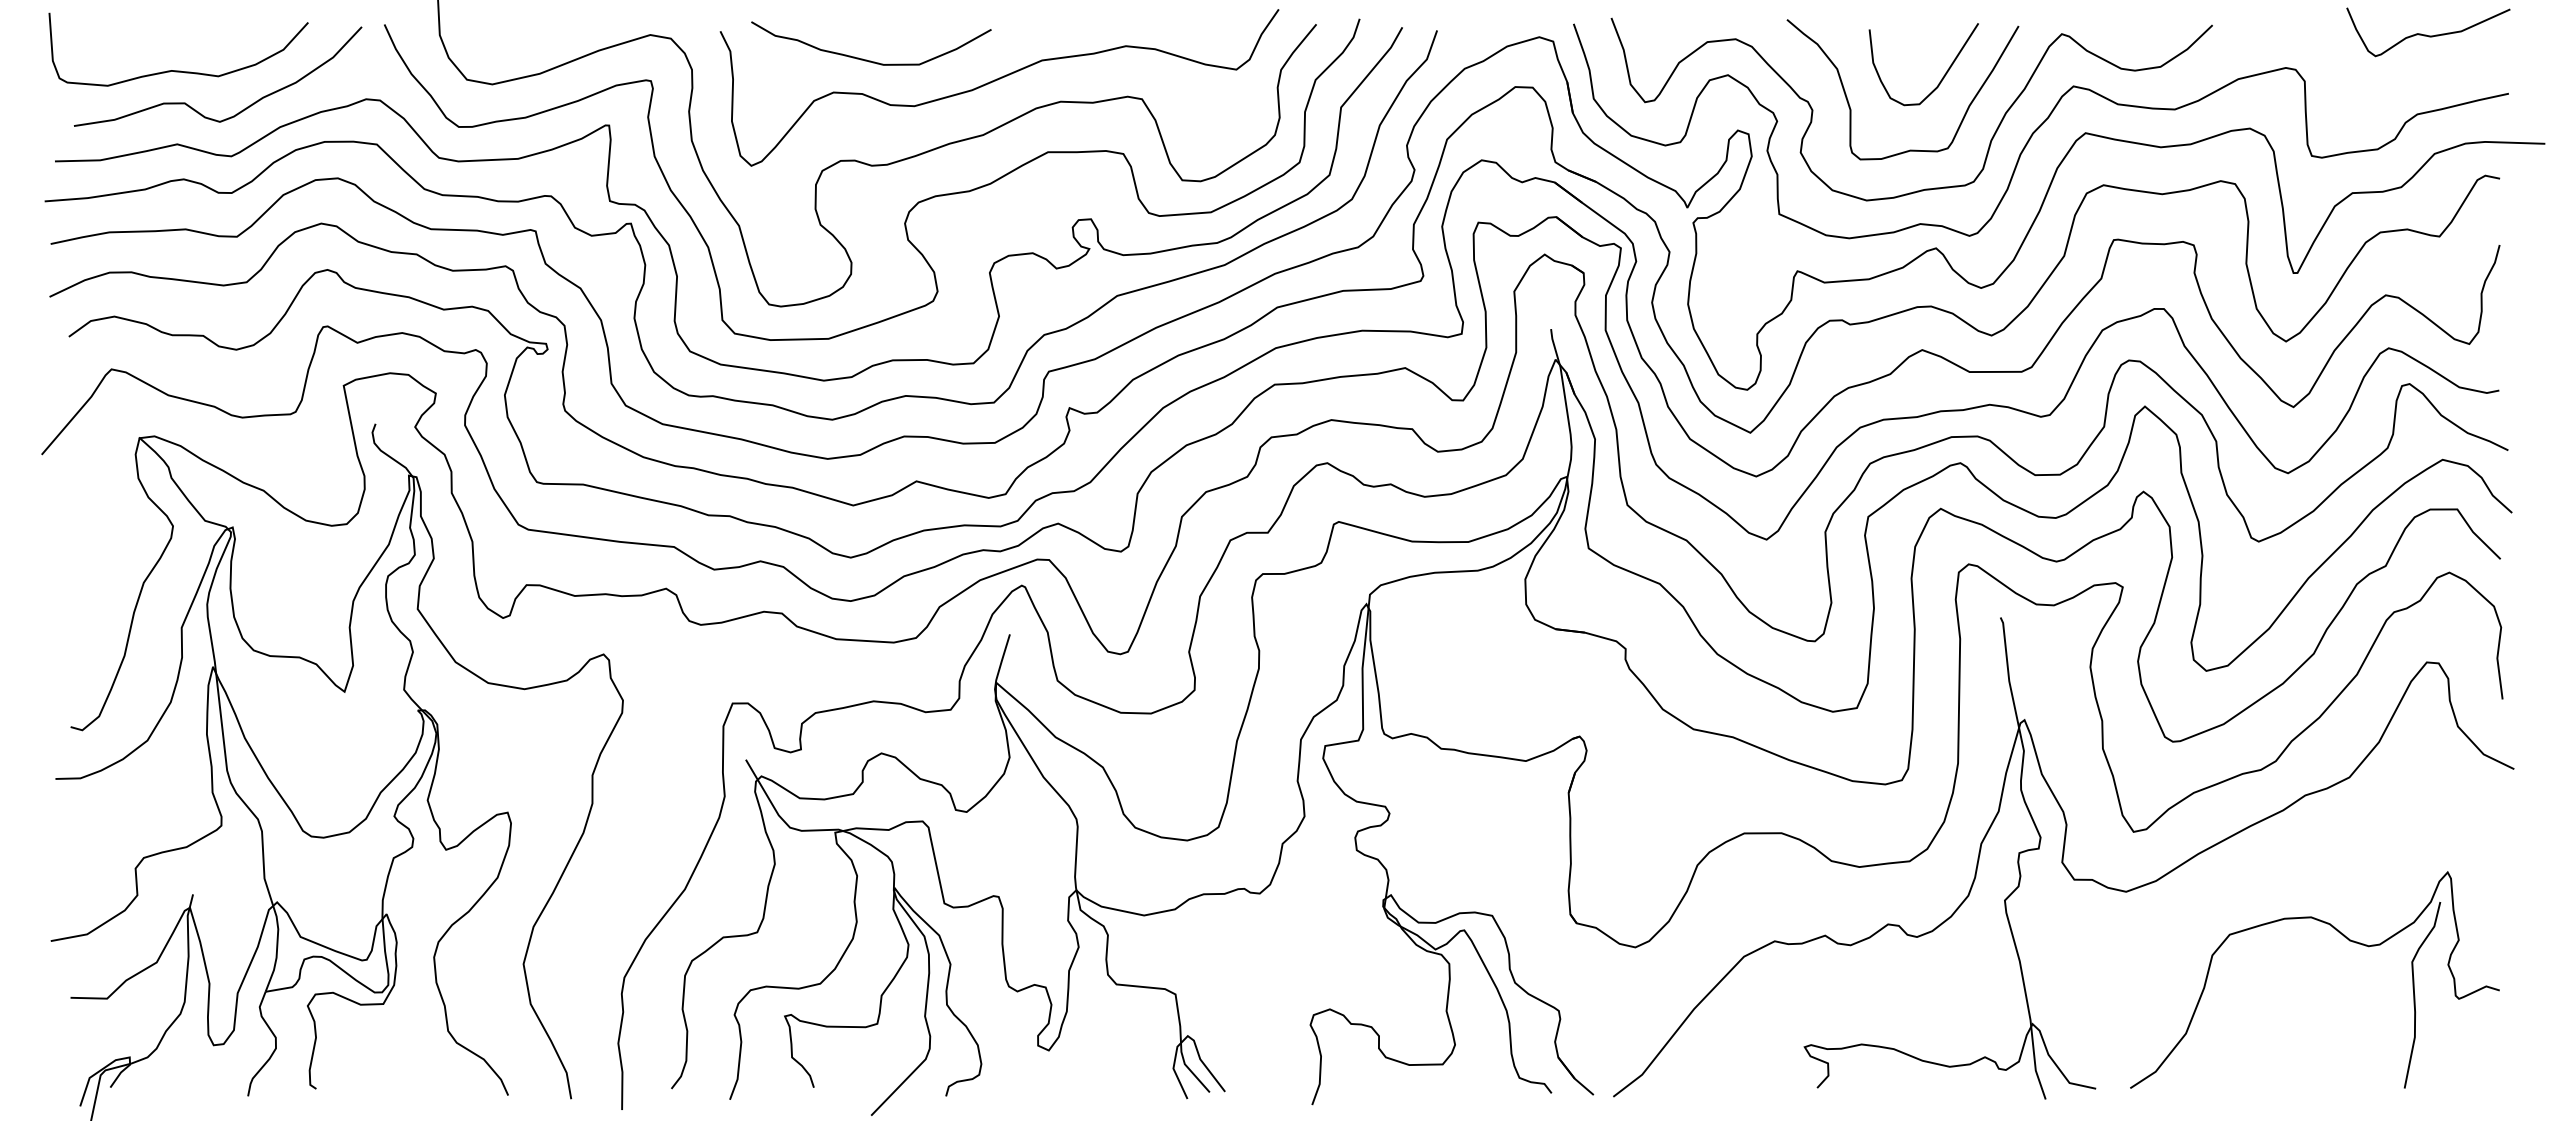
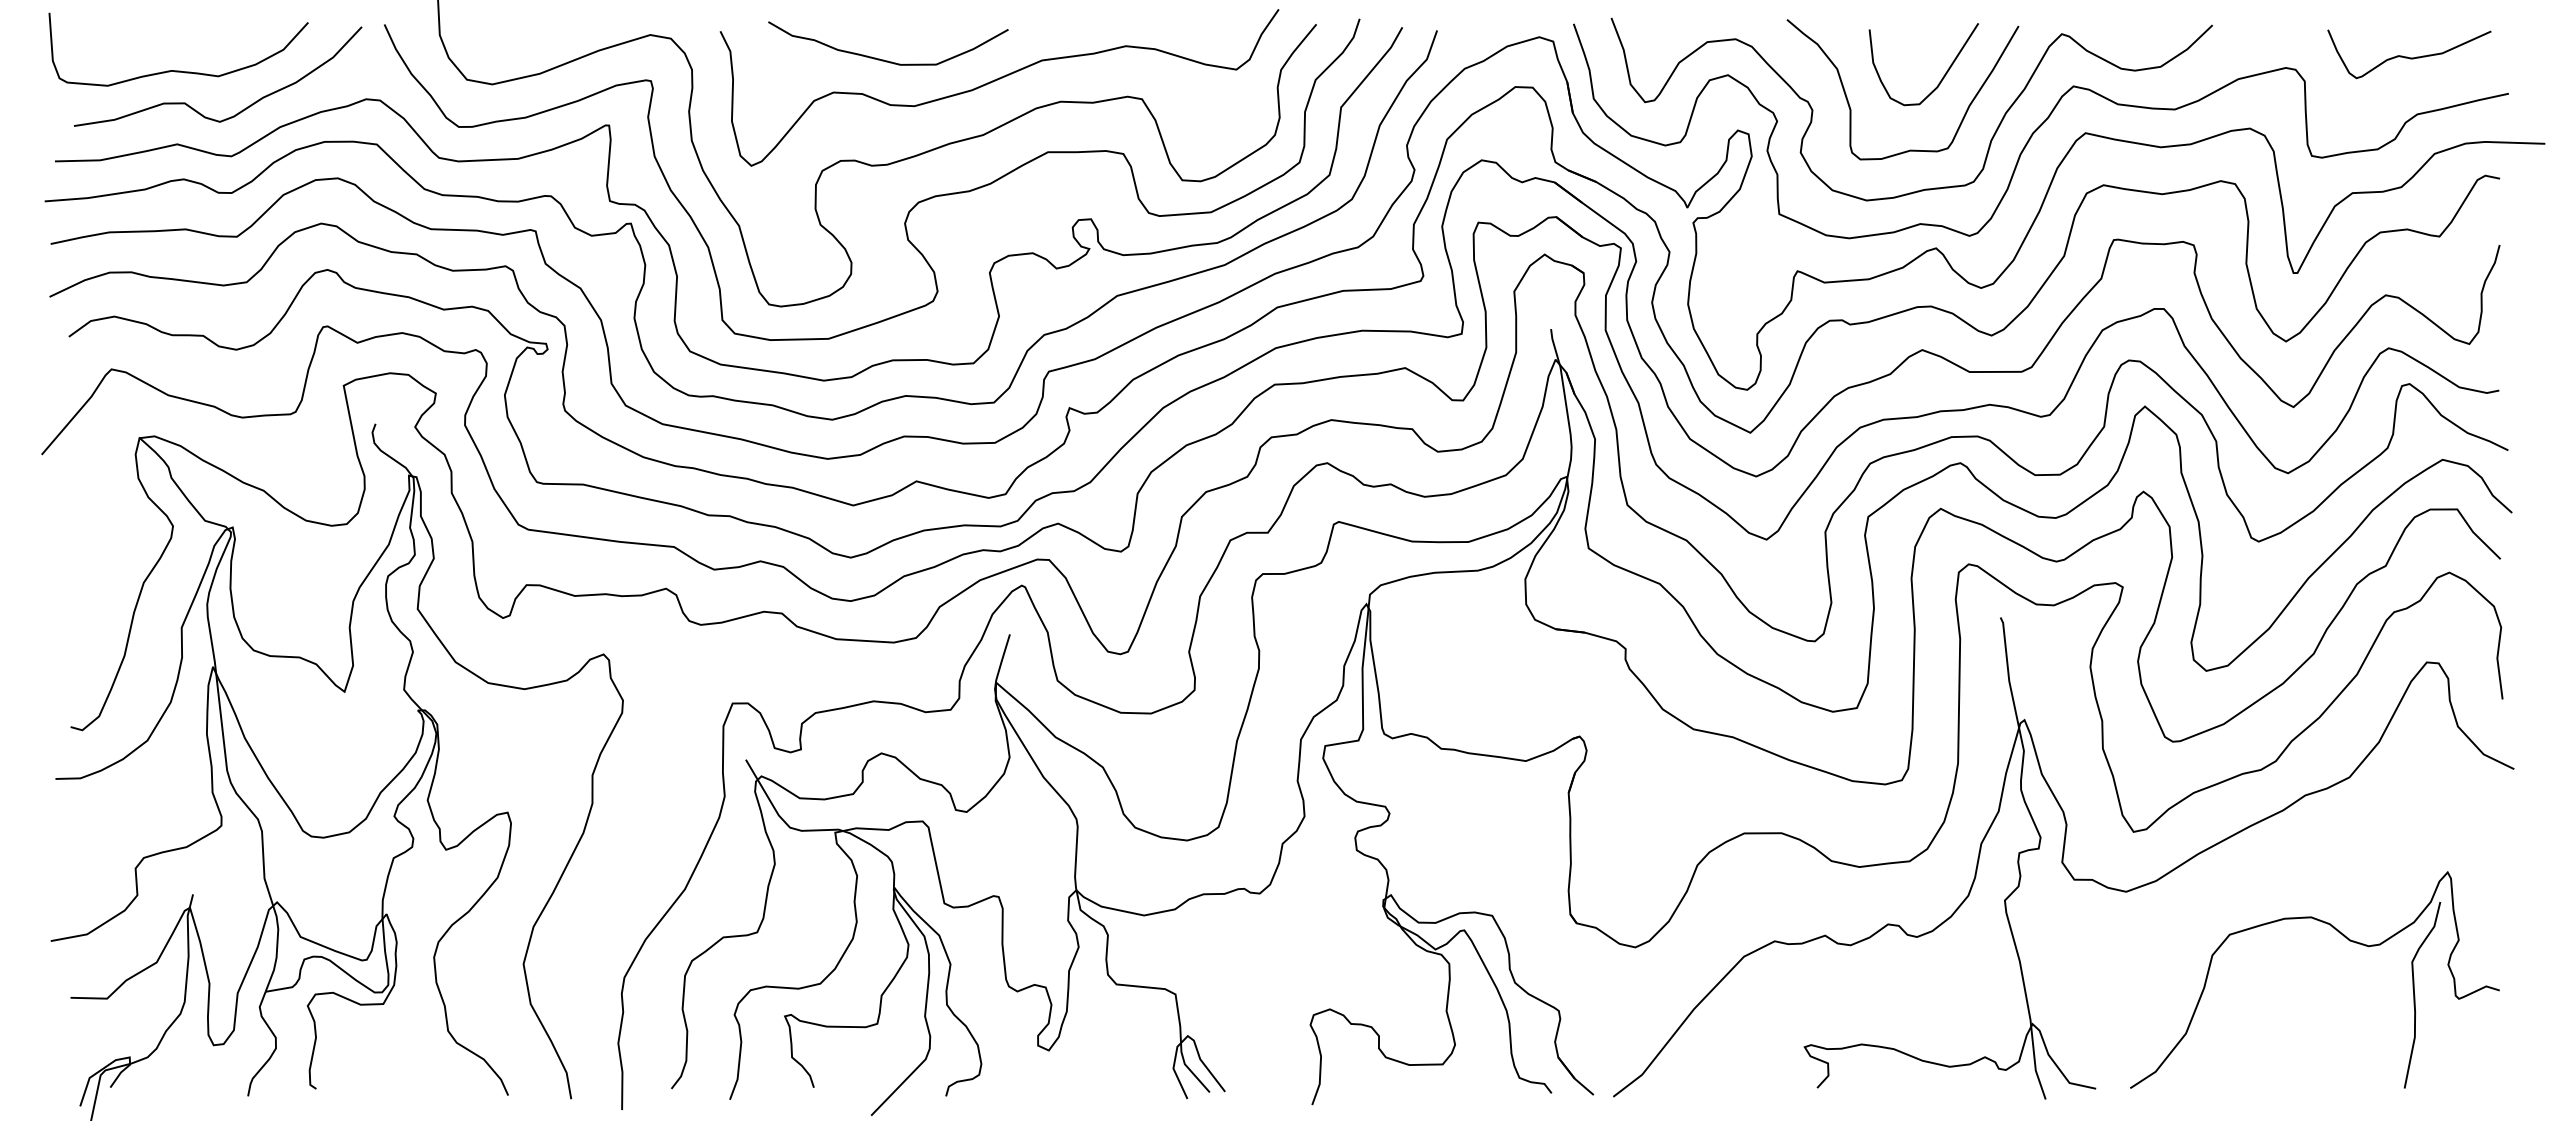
curve at (2426, 34) position: (2426, 34) -> (2407, 56)
curve at (866, 59) position: (866, 59) -> (883, 59)
